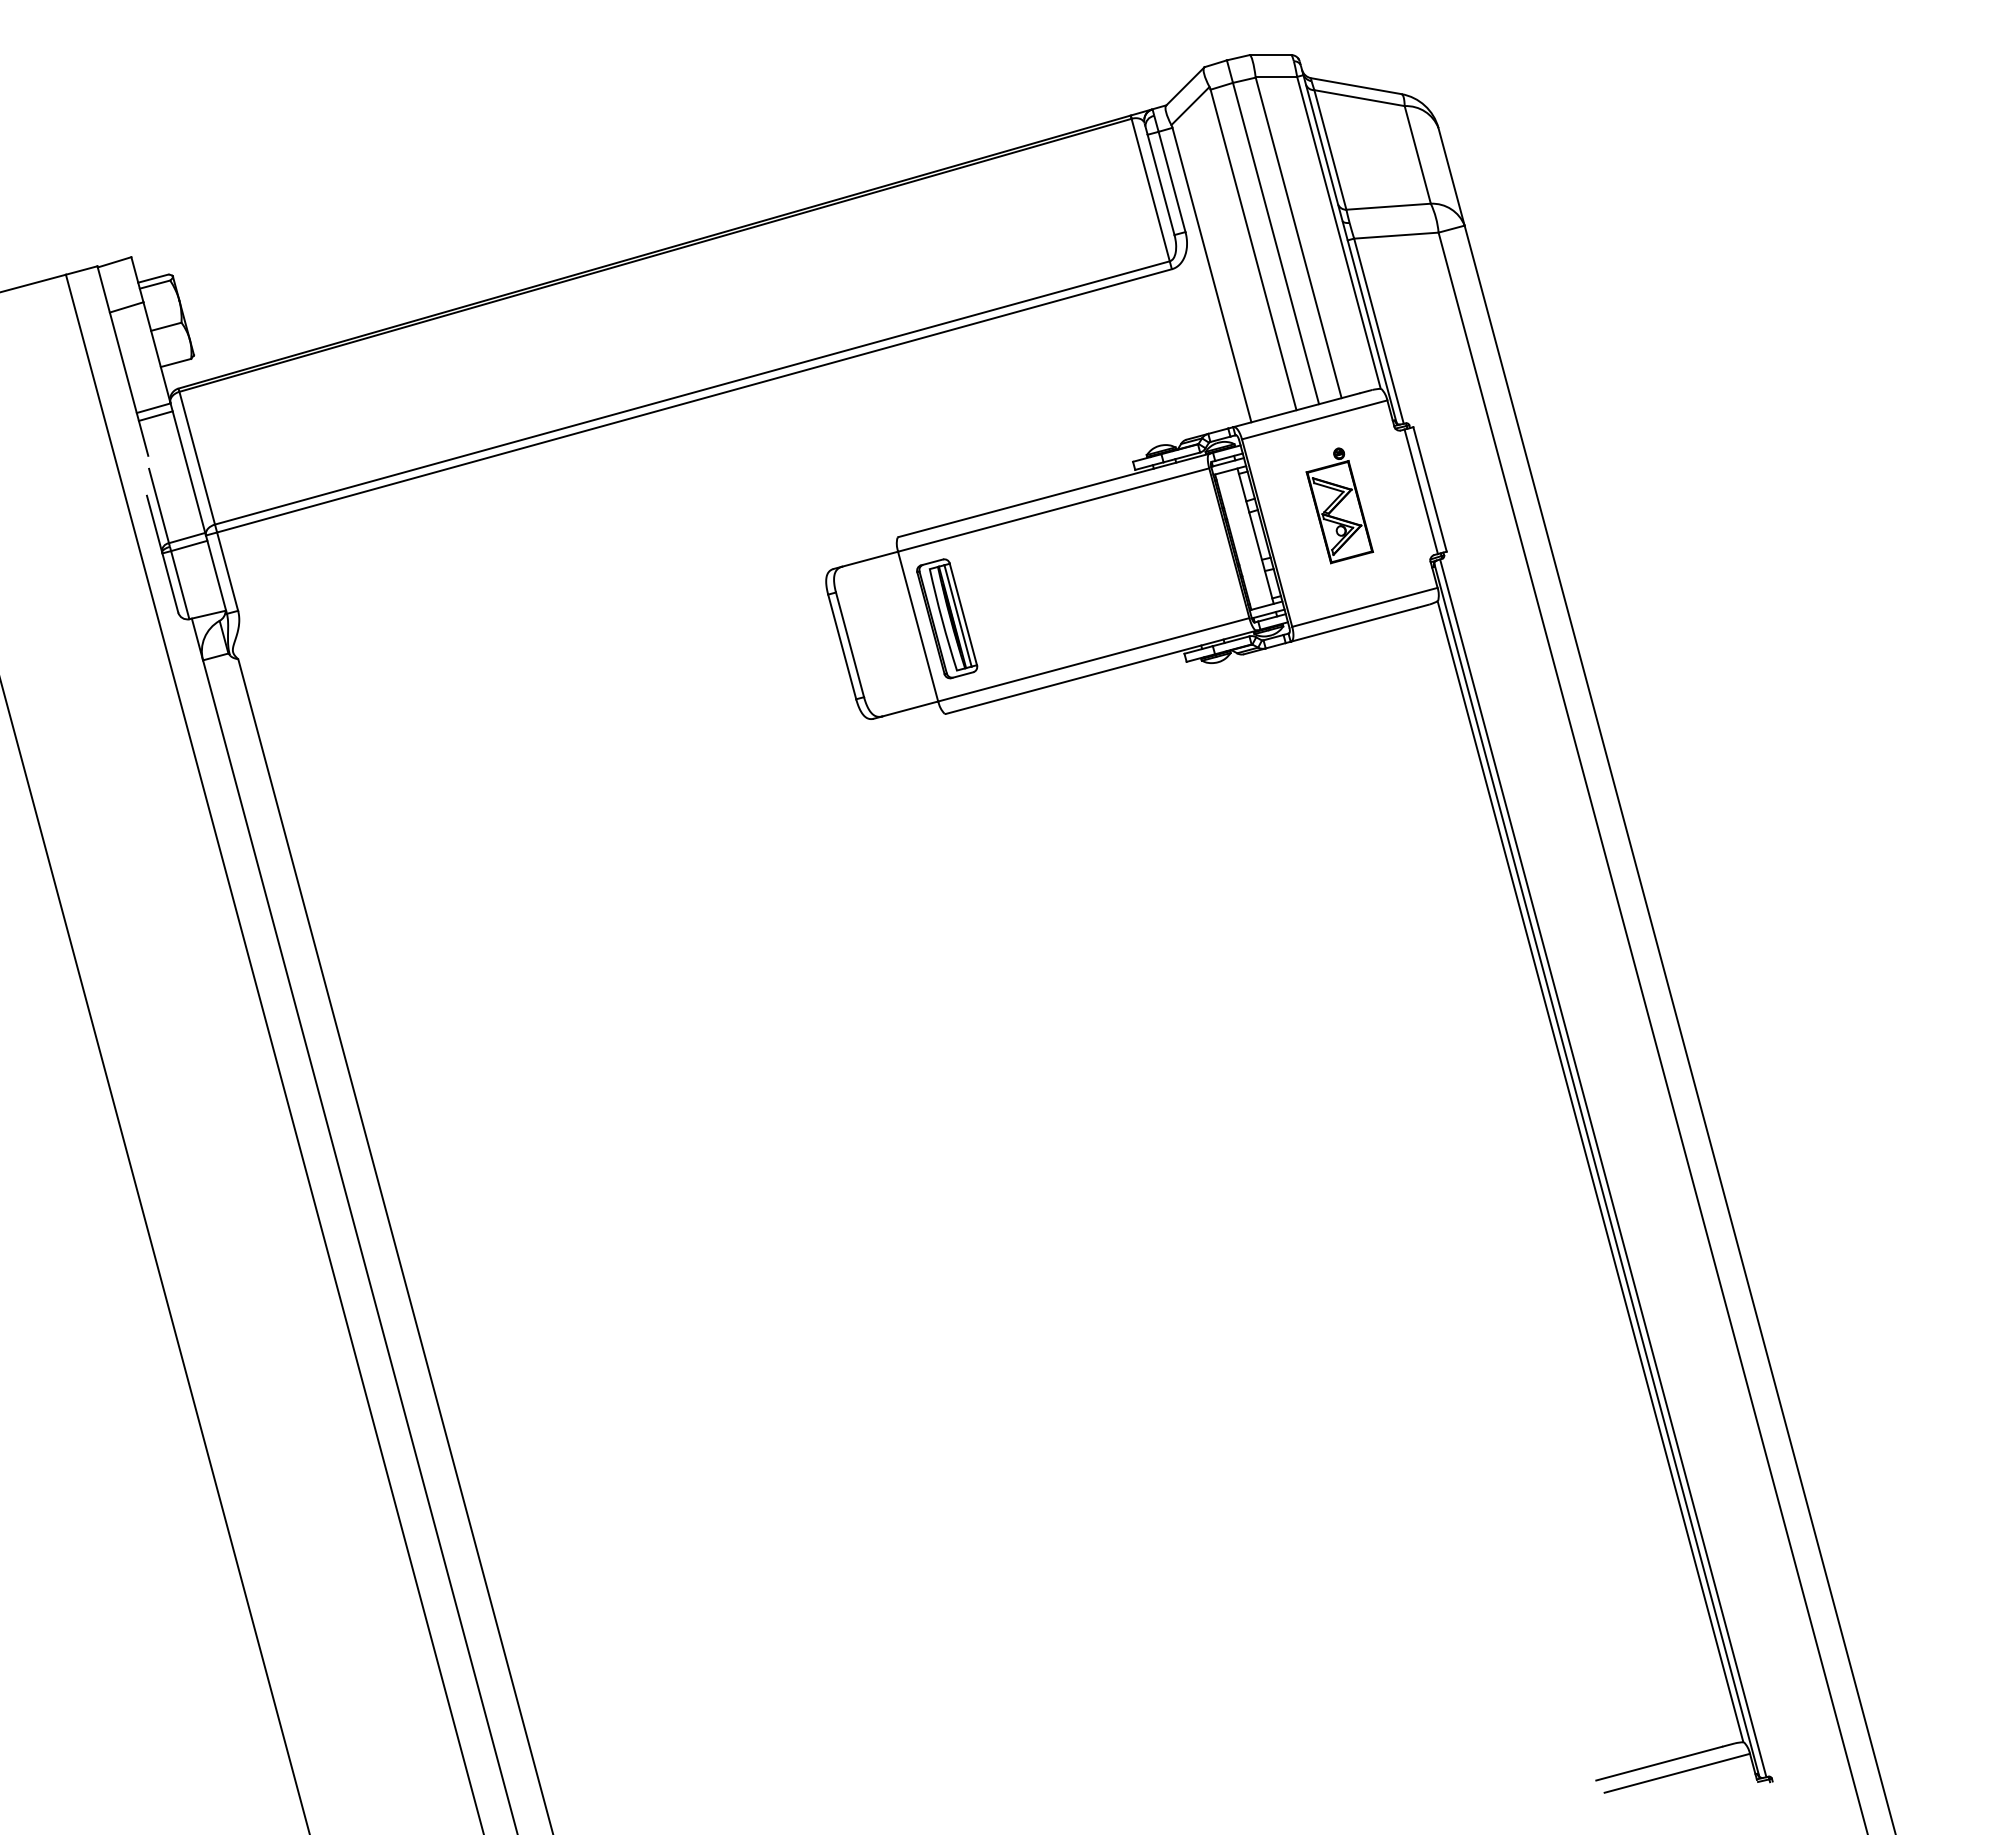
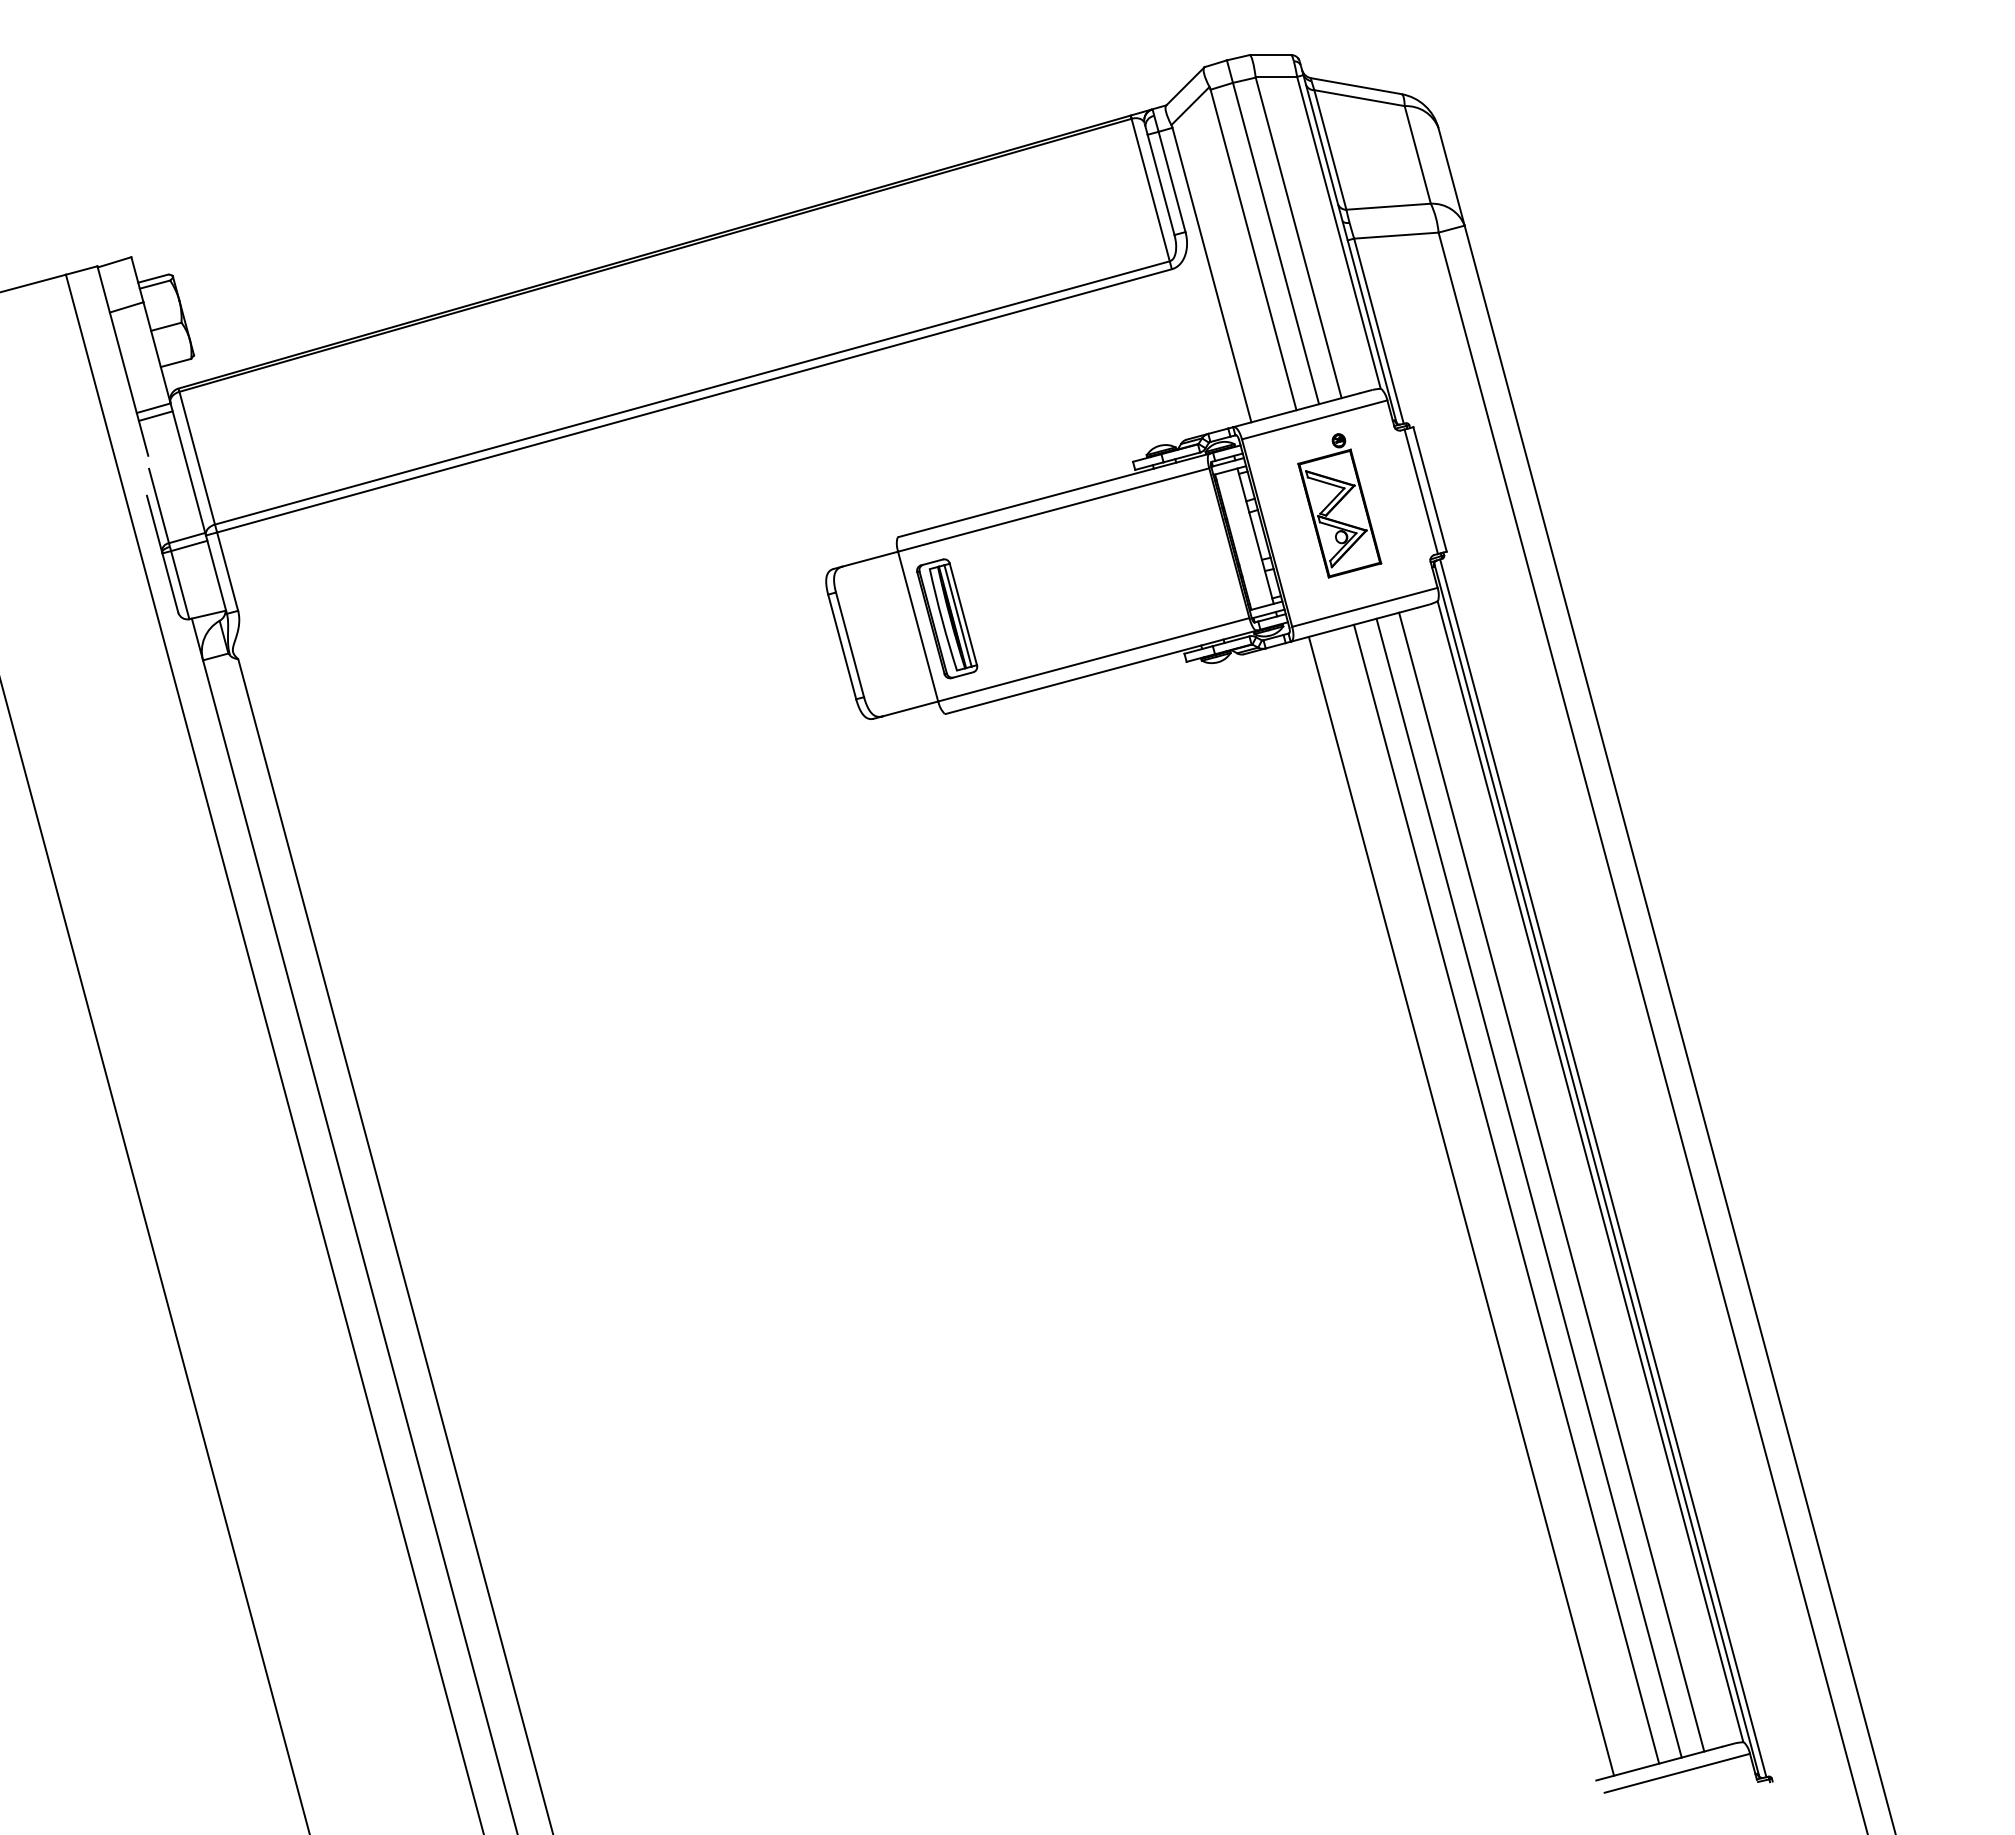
part at (1339, 505) size: 70x118 px -> 86x146 px
line at (1551, 1181): none -> present
line at (1528, 1187): none -> present
line at (1506, 1193): none -> present
line at (1461, 1205): none -> present
